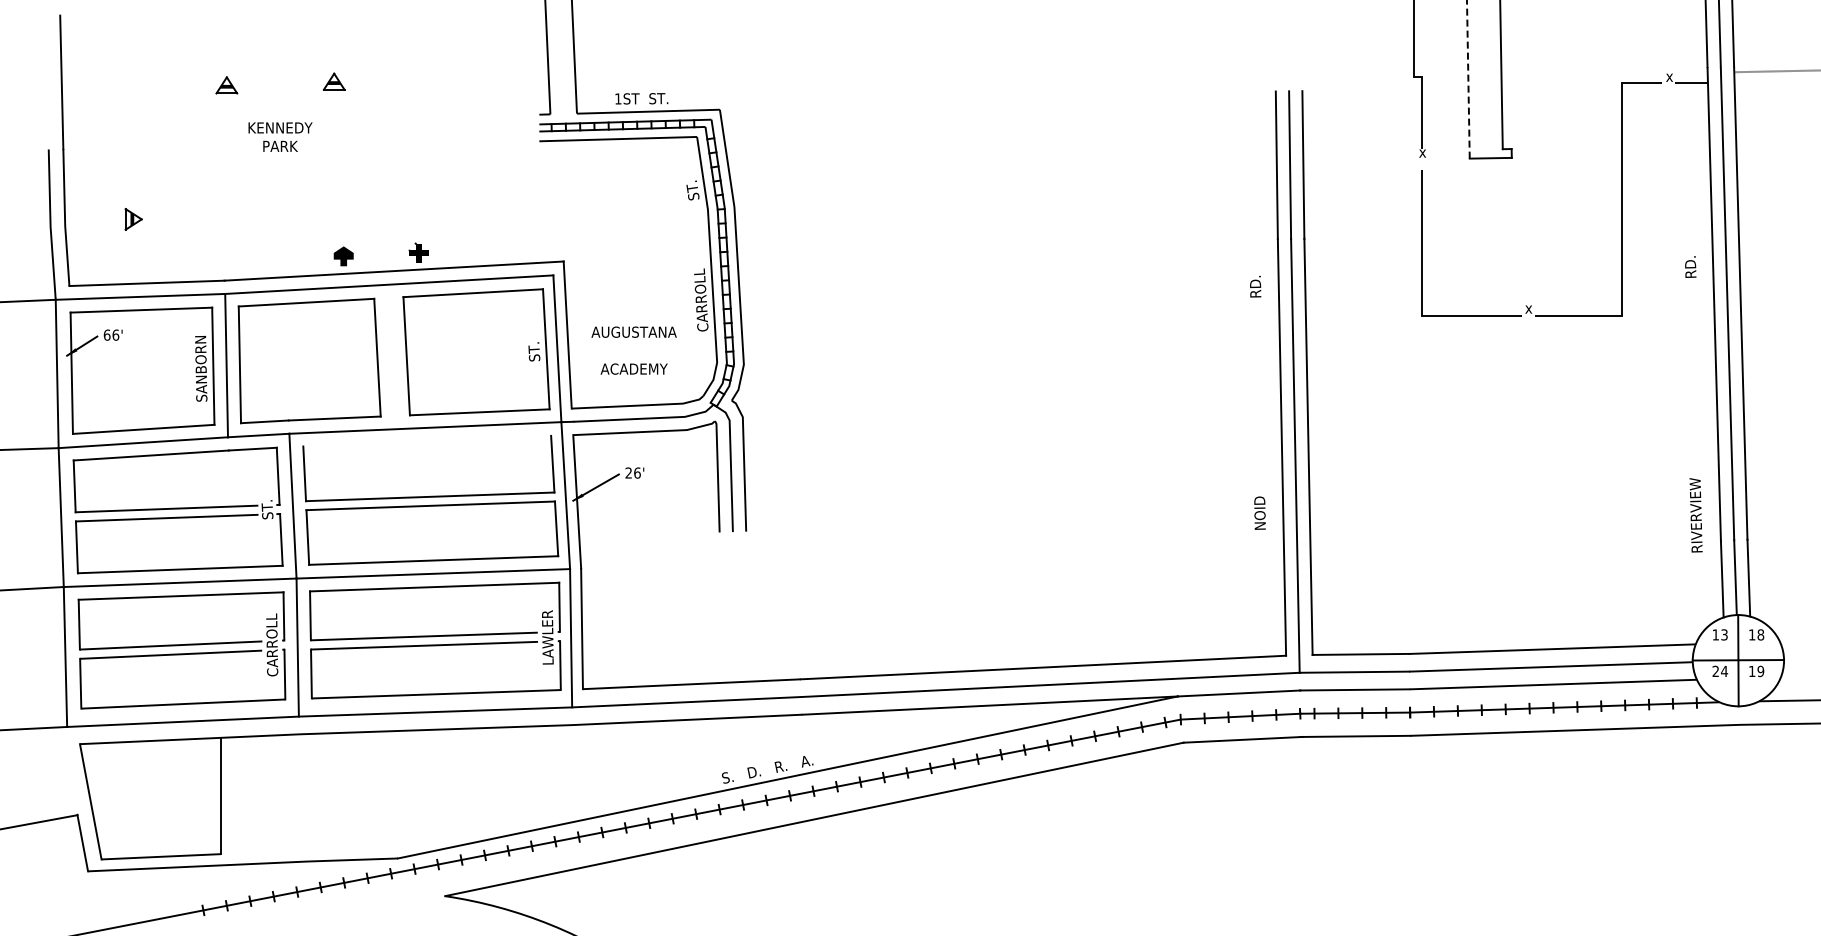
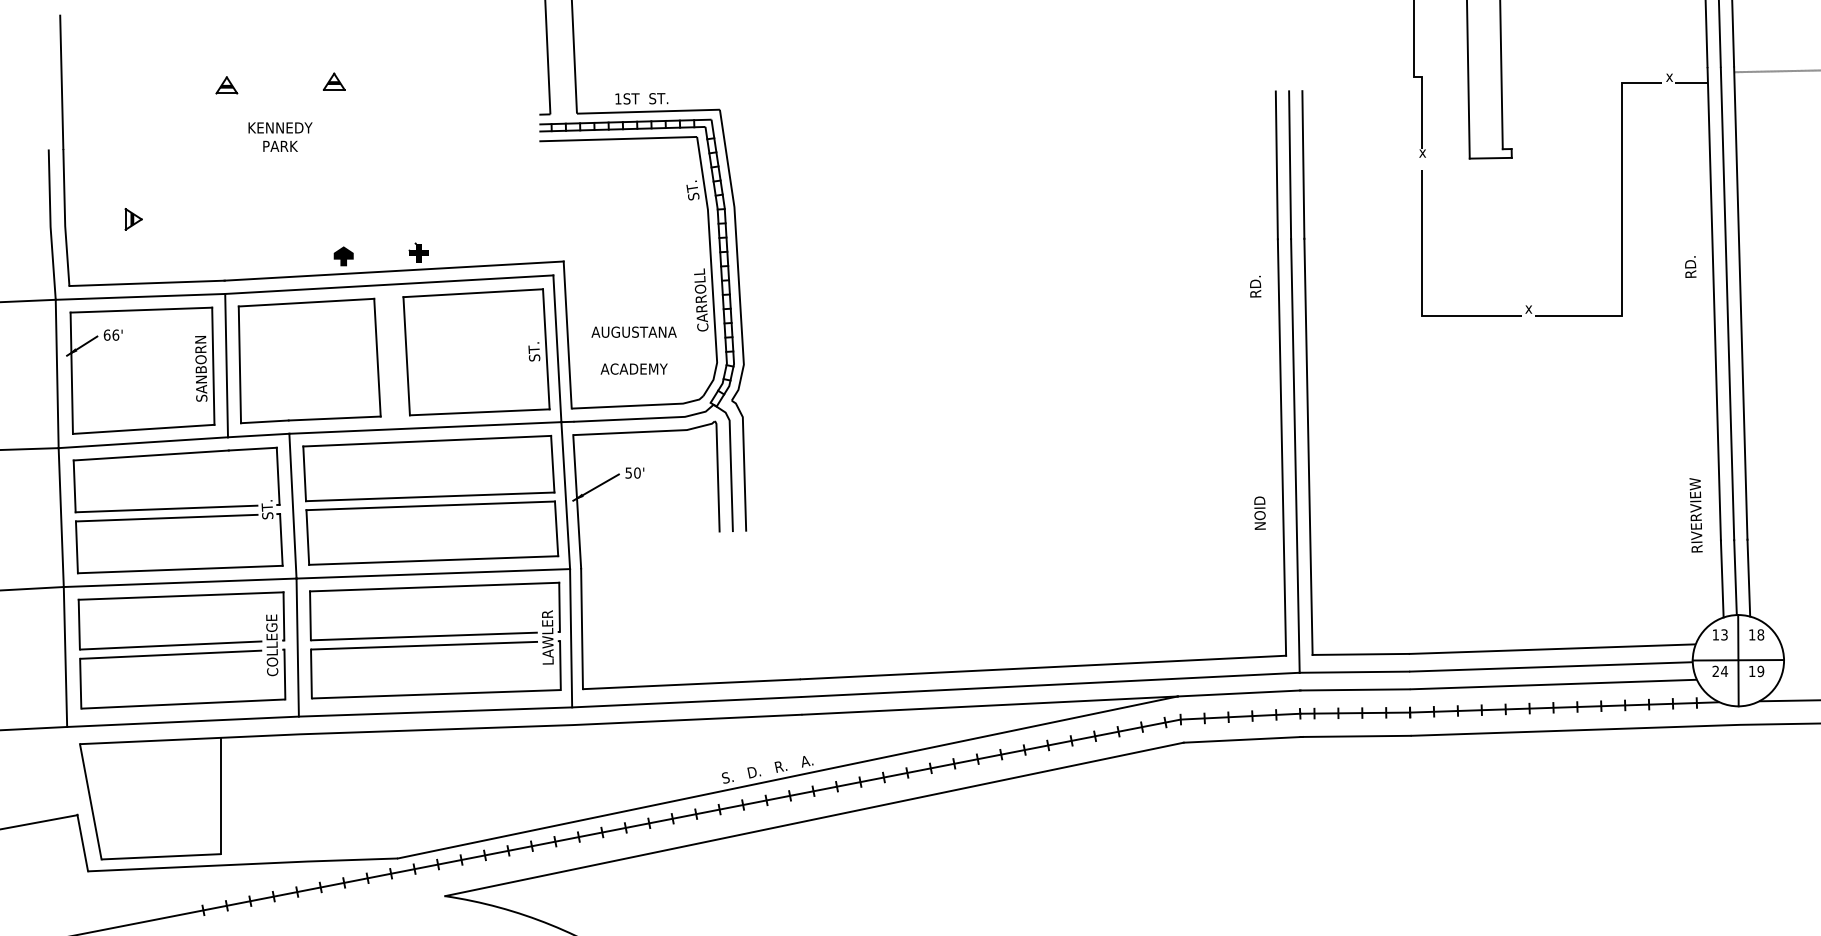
line at (1468, 79): dashed -> solid
line at (427, 440): none -> present
text at (632, 472): 26' -> 50'
text at (272, 644): CARROLL -> COLLEGE
